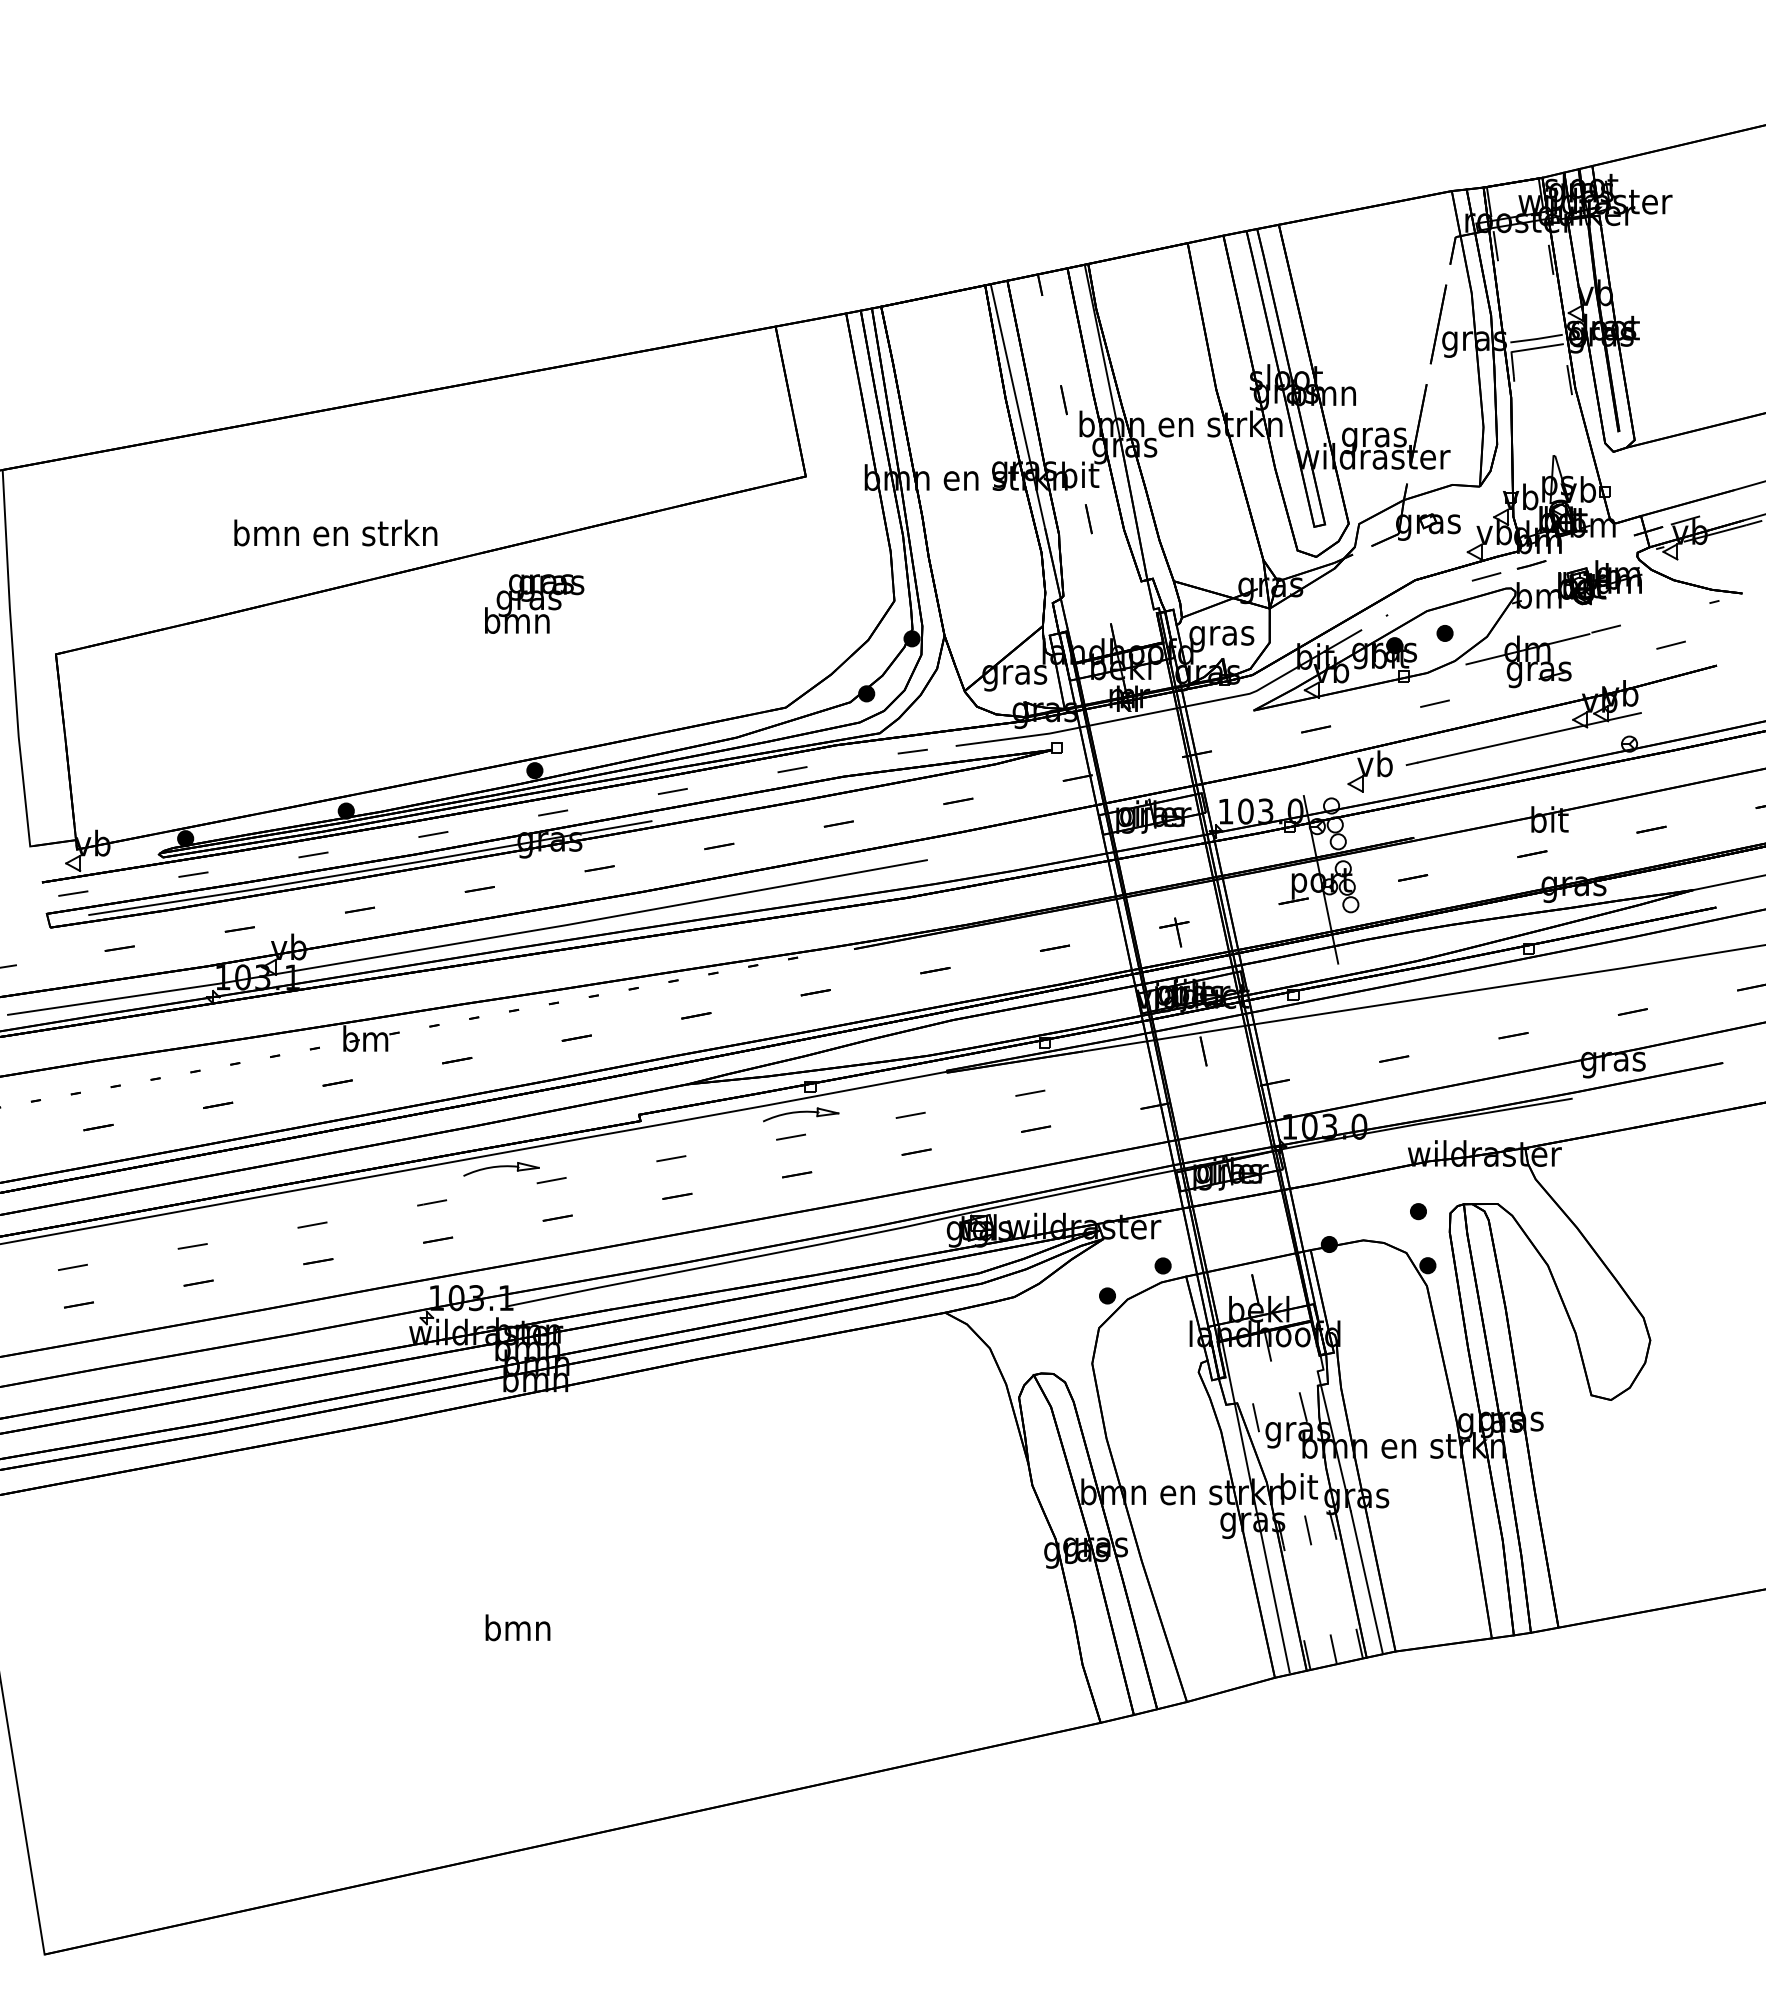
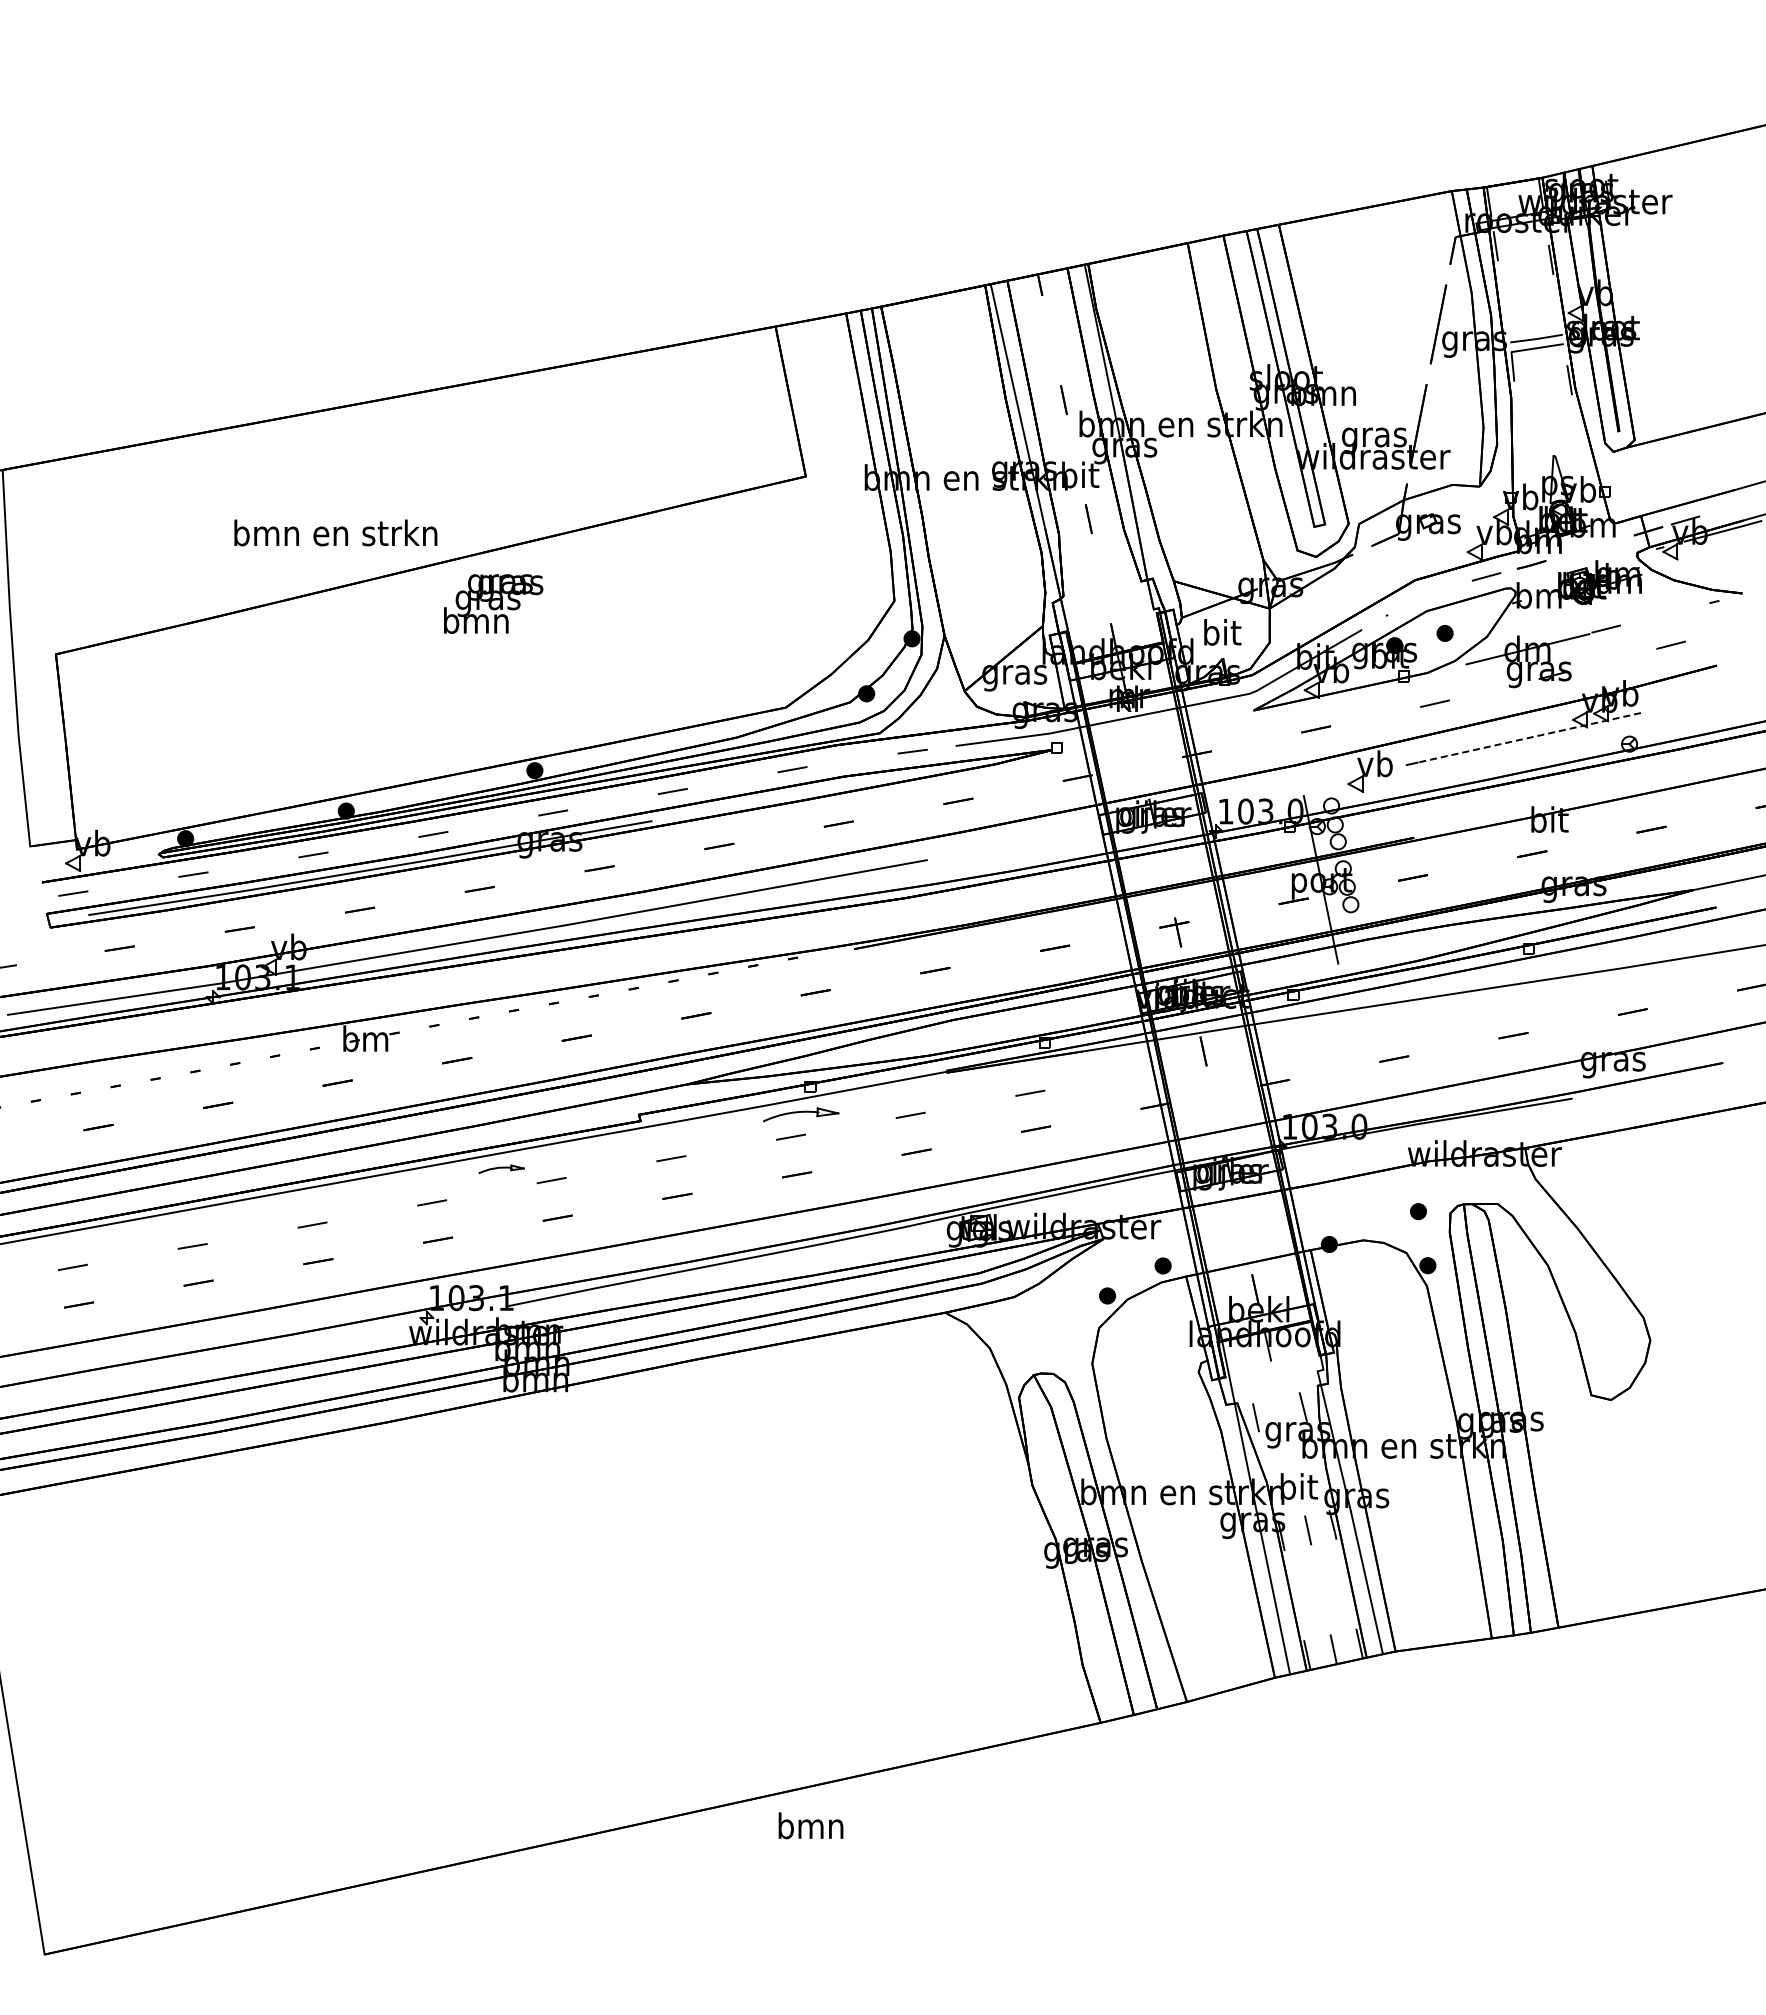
text at (534, 603) position: (534, 603) -> (493, 603)
text at (1221, 635): gras -> bit
line at (1528, 737): solid -> dashed
part at (501, 1169) size: 77x15 px -> 47x11 px
text at (517, 1627) position: (517, 1627) -> (810, 1825)
